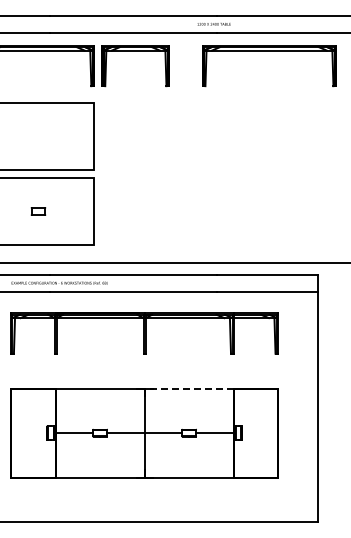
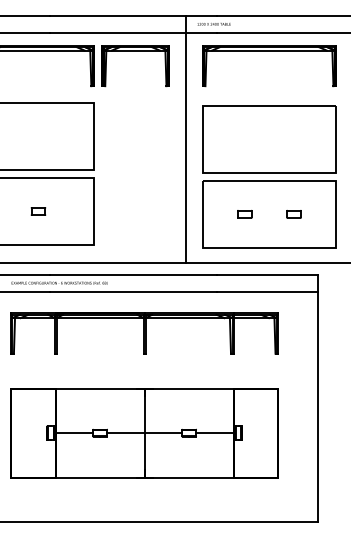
line at (185, 139): none -> present
part at (269, 176): none -> present
line at (189, 388): dashed -> solid
